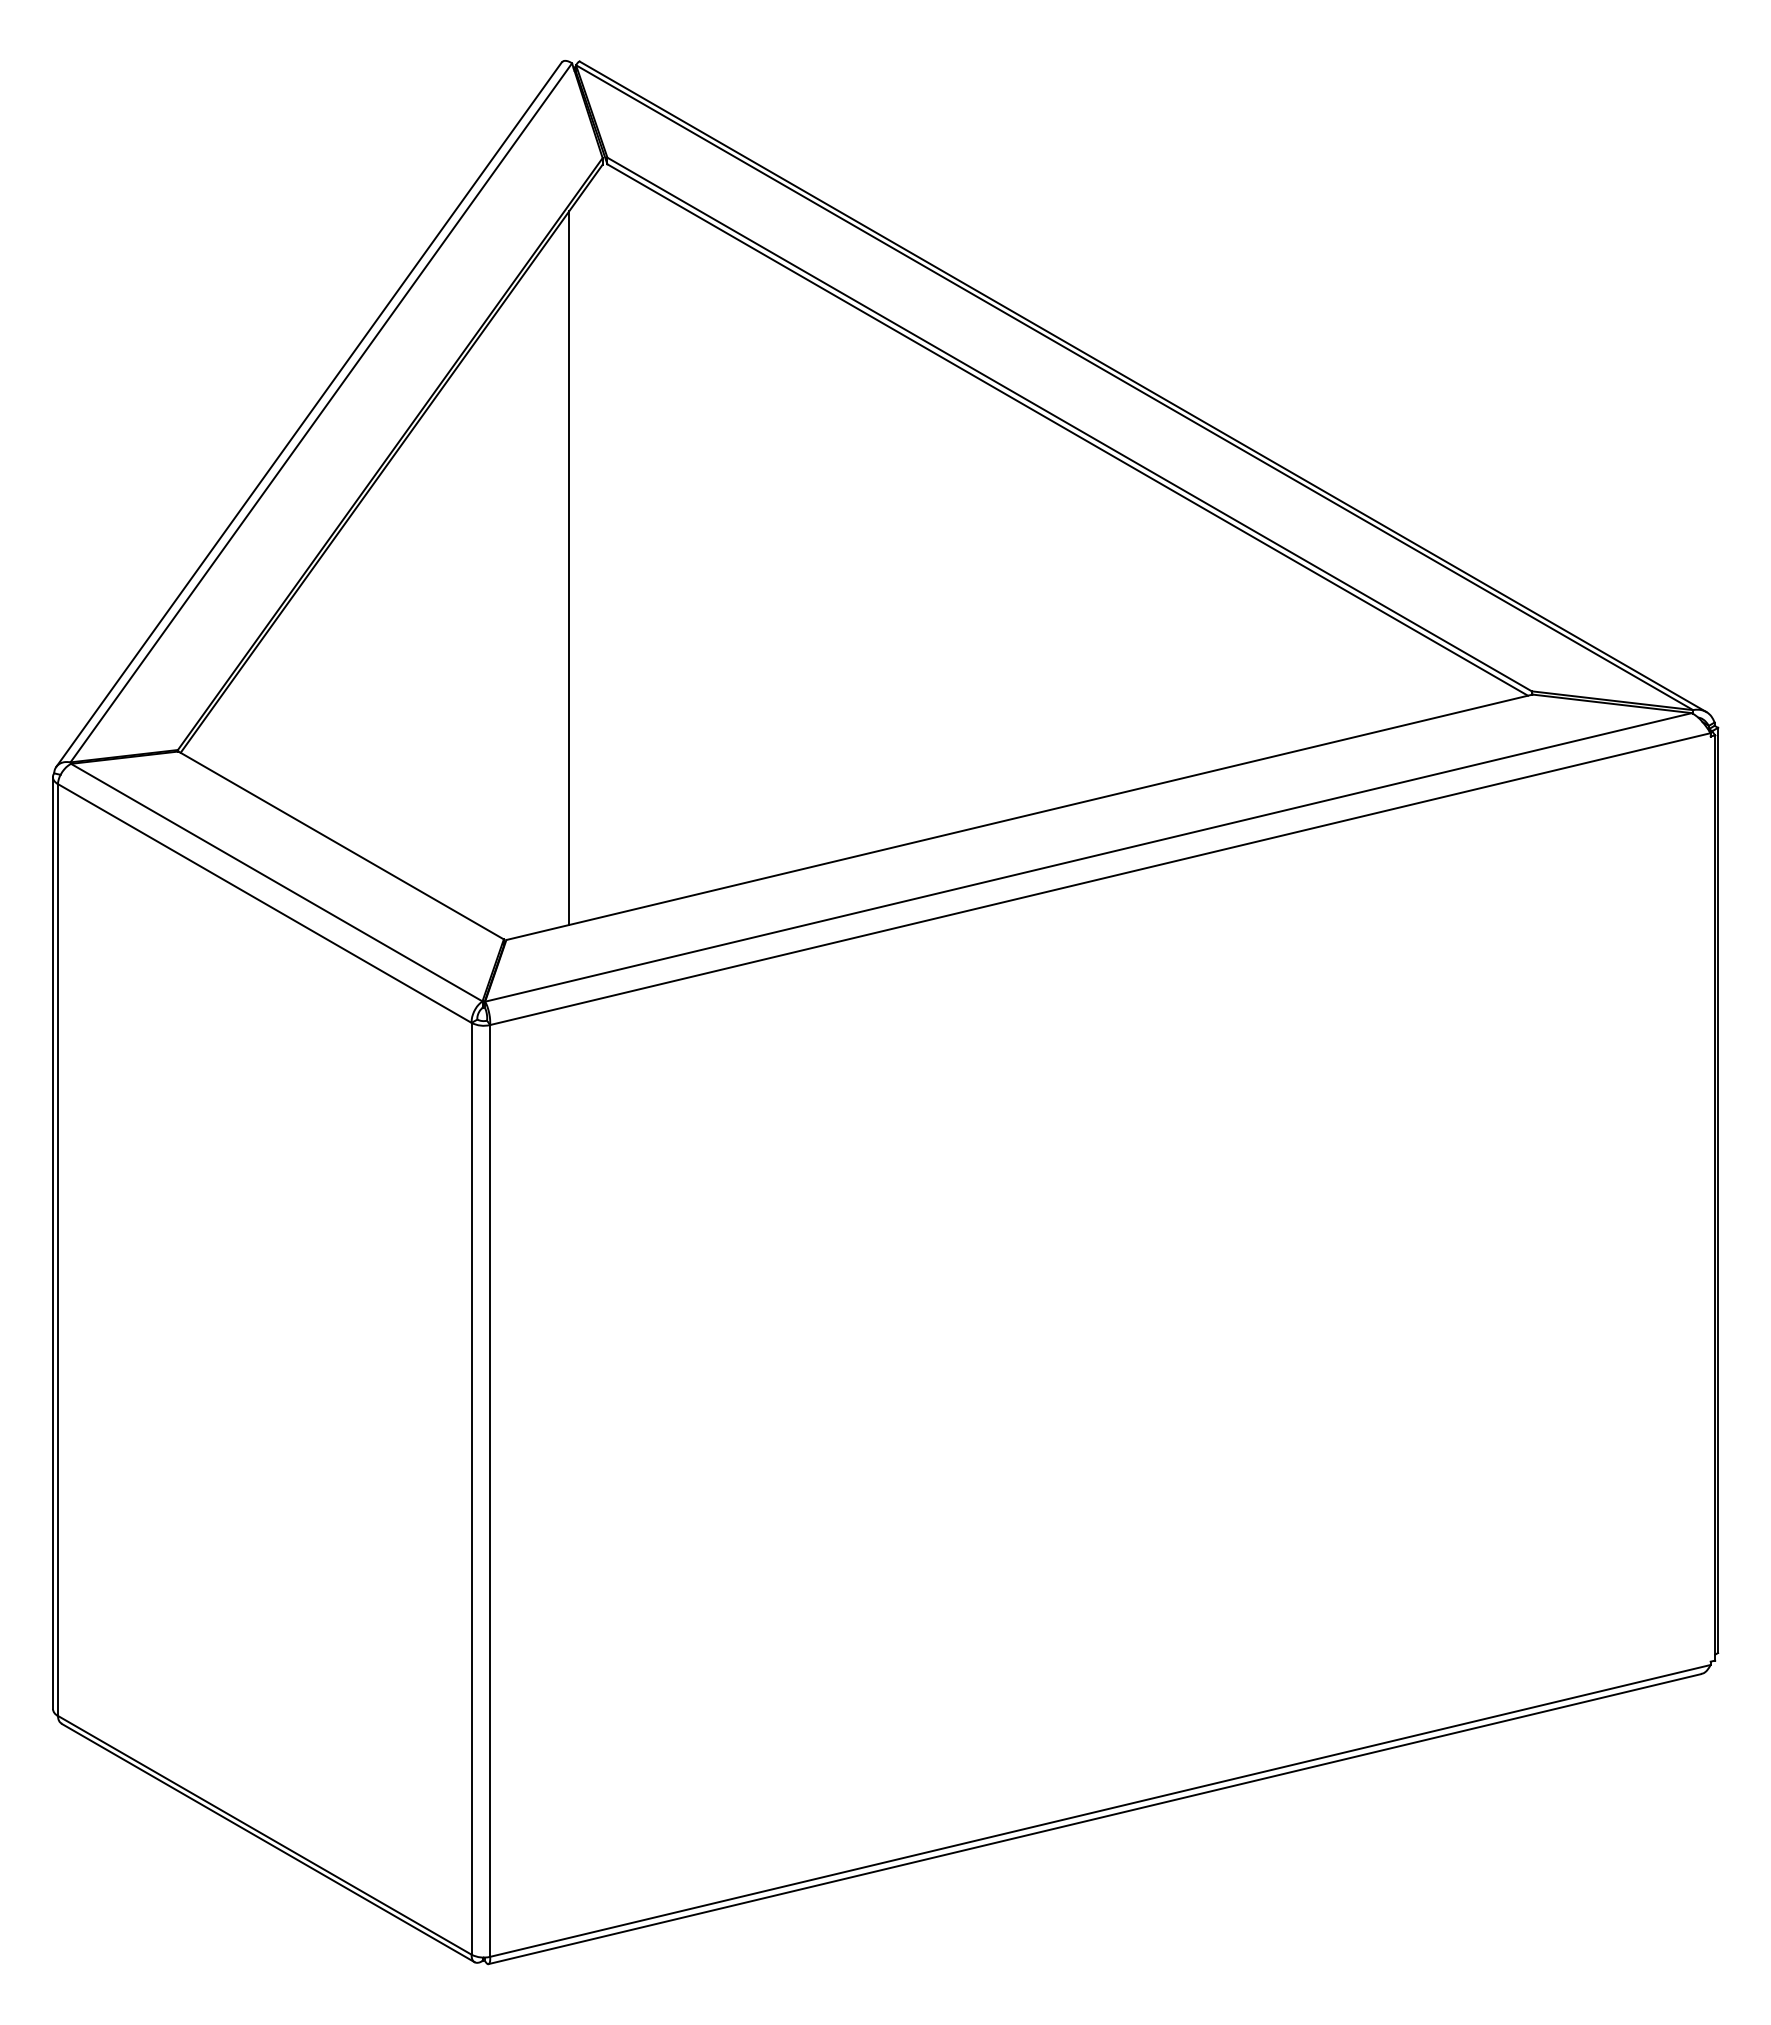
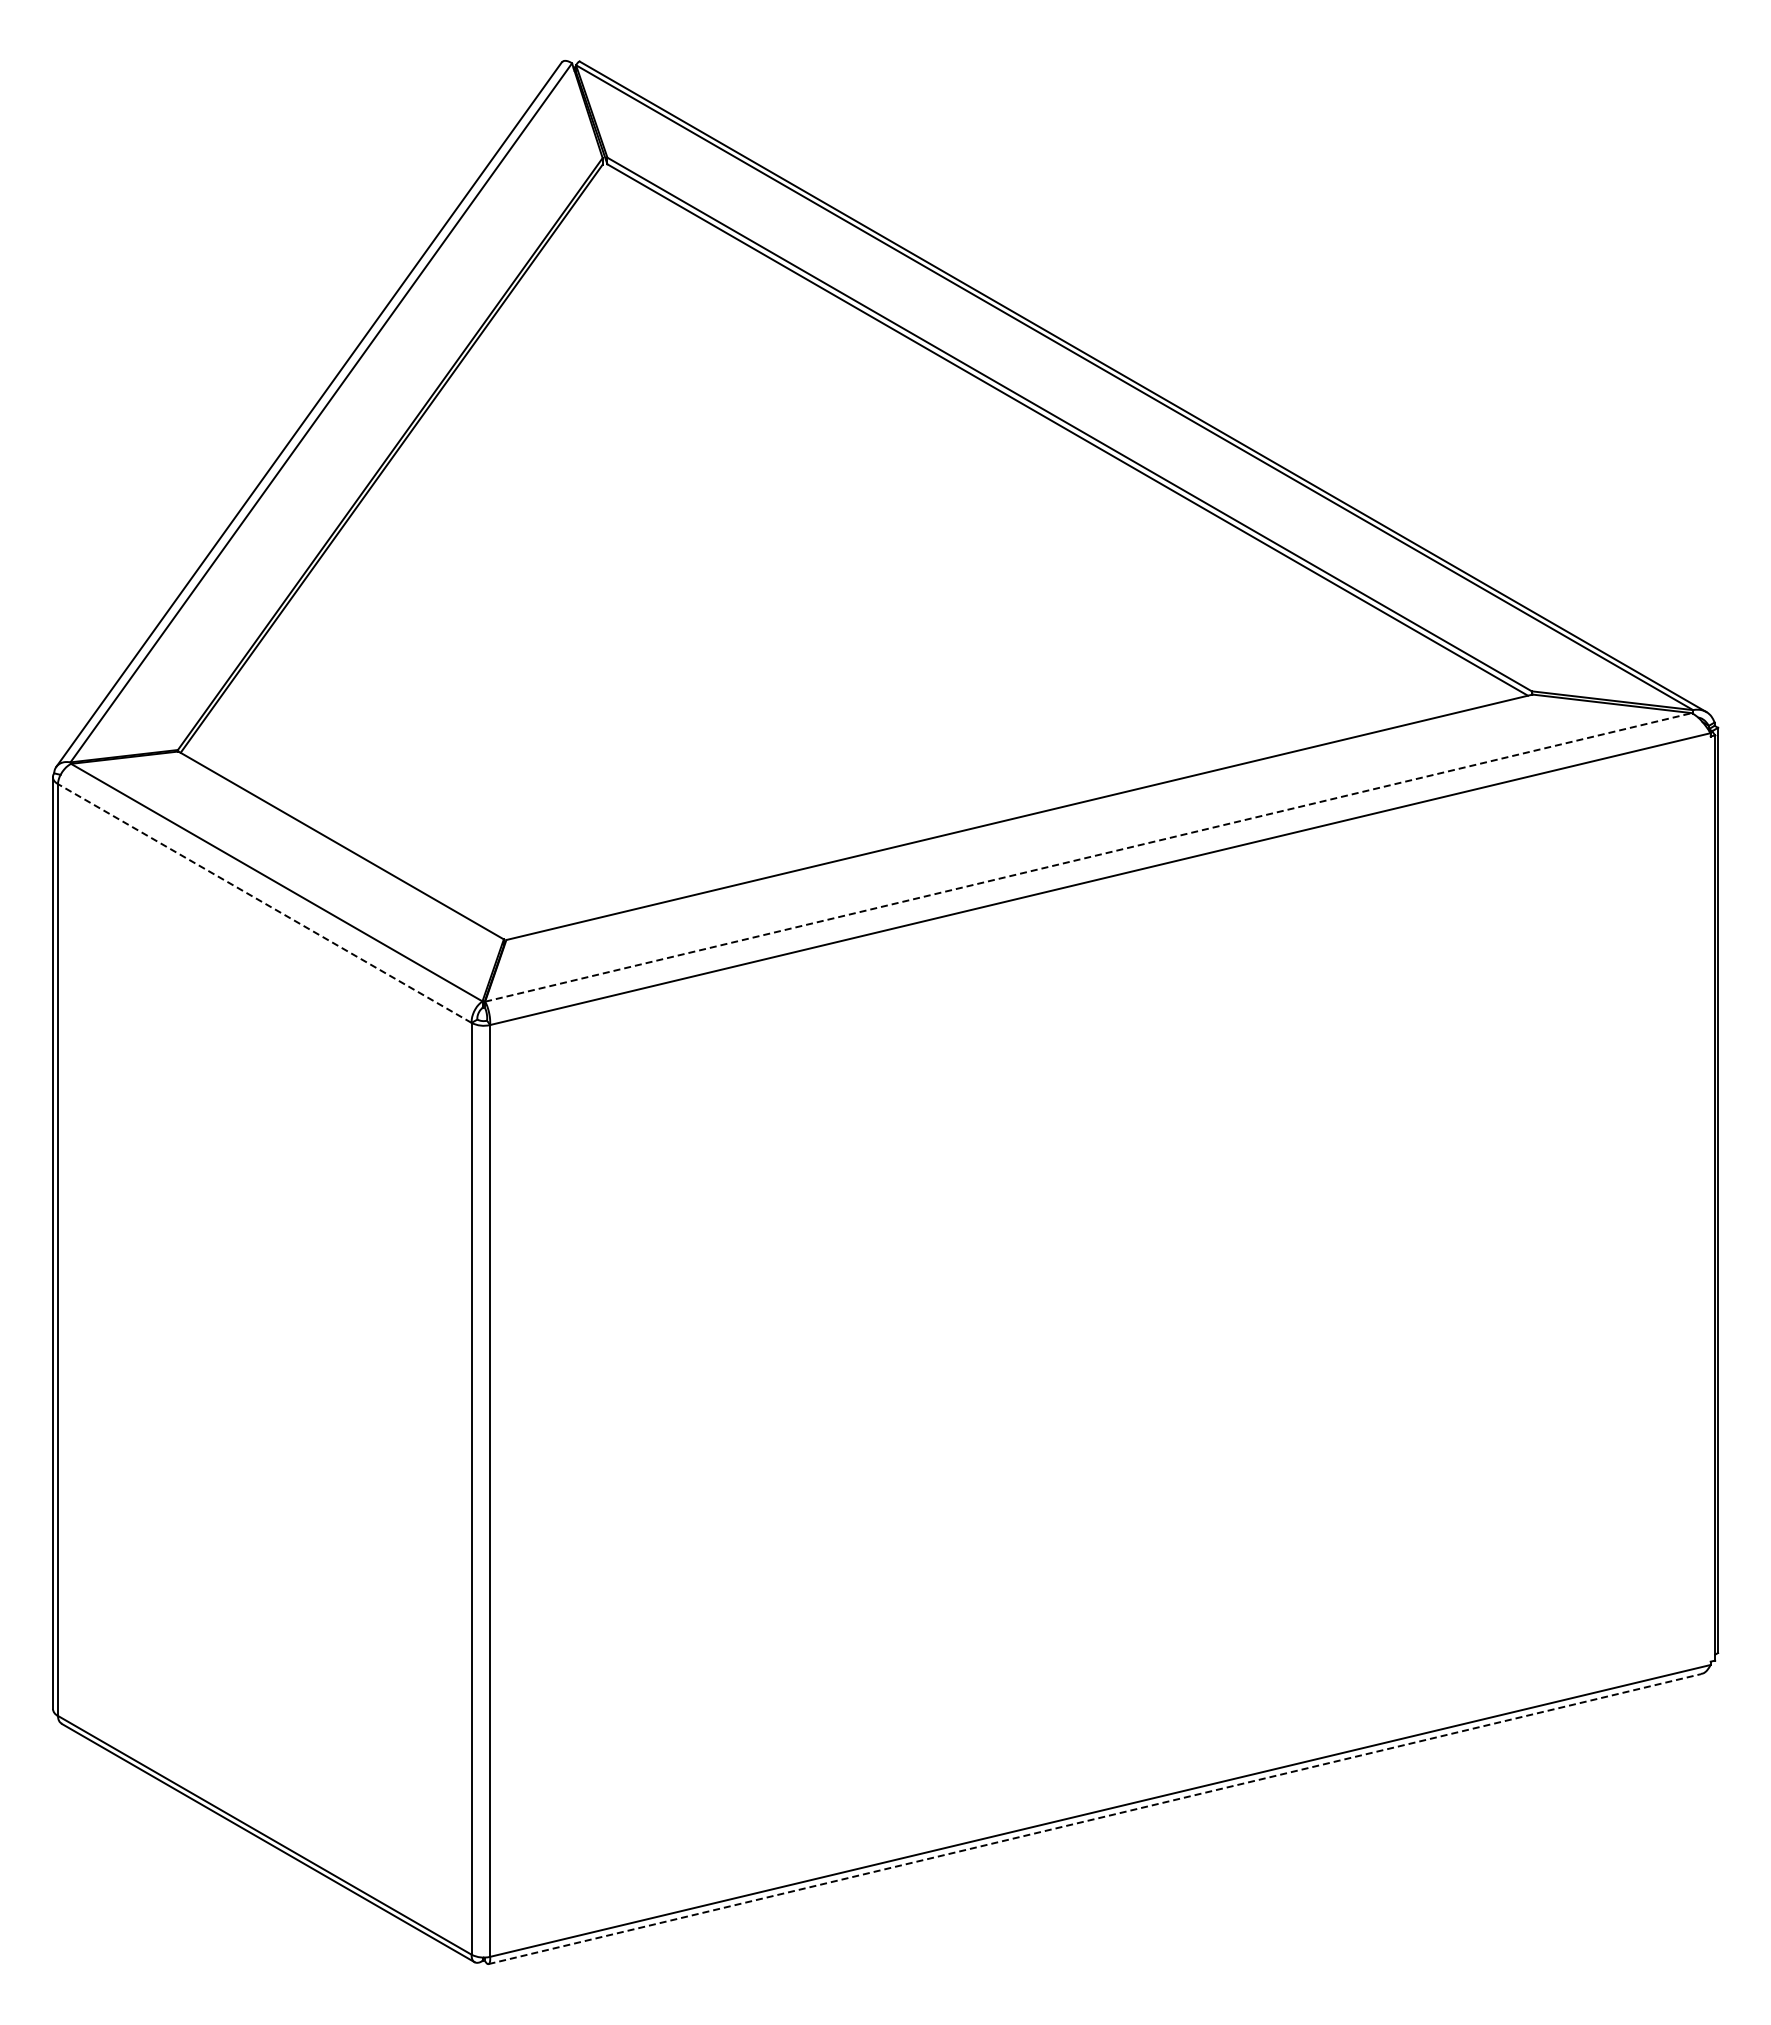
line at (569, 568): present -> none
line at (1089, 857): solid -> dashed
line at (264, 903): solid -> dashed
line at (1095, 1819): solid -> dashed
